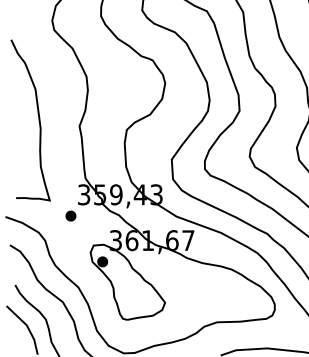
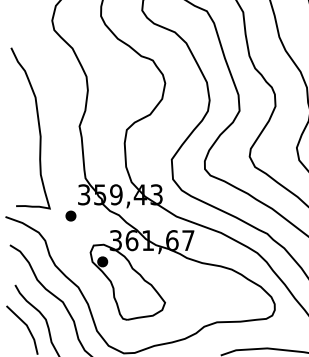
part at (38, 120) position: (38, 120) -> (38, 128)
